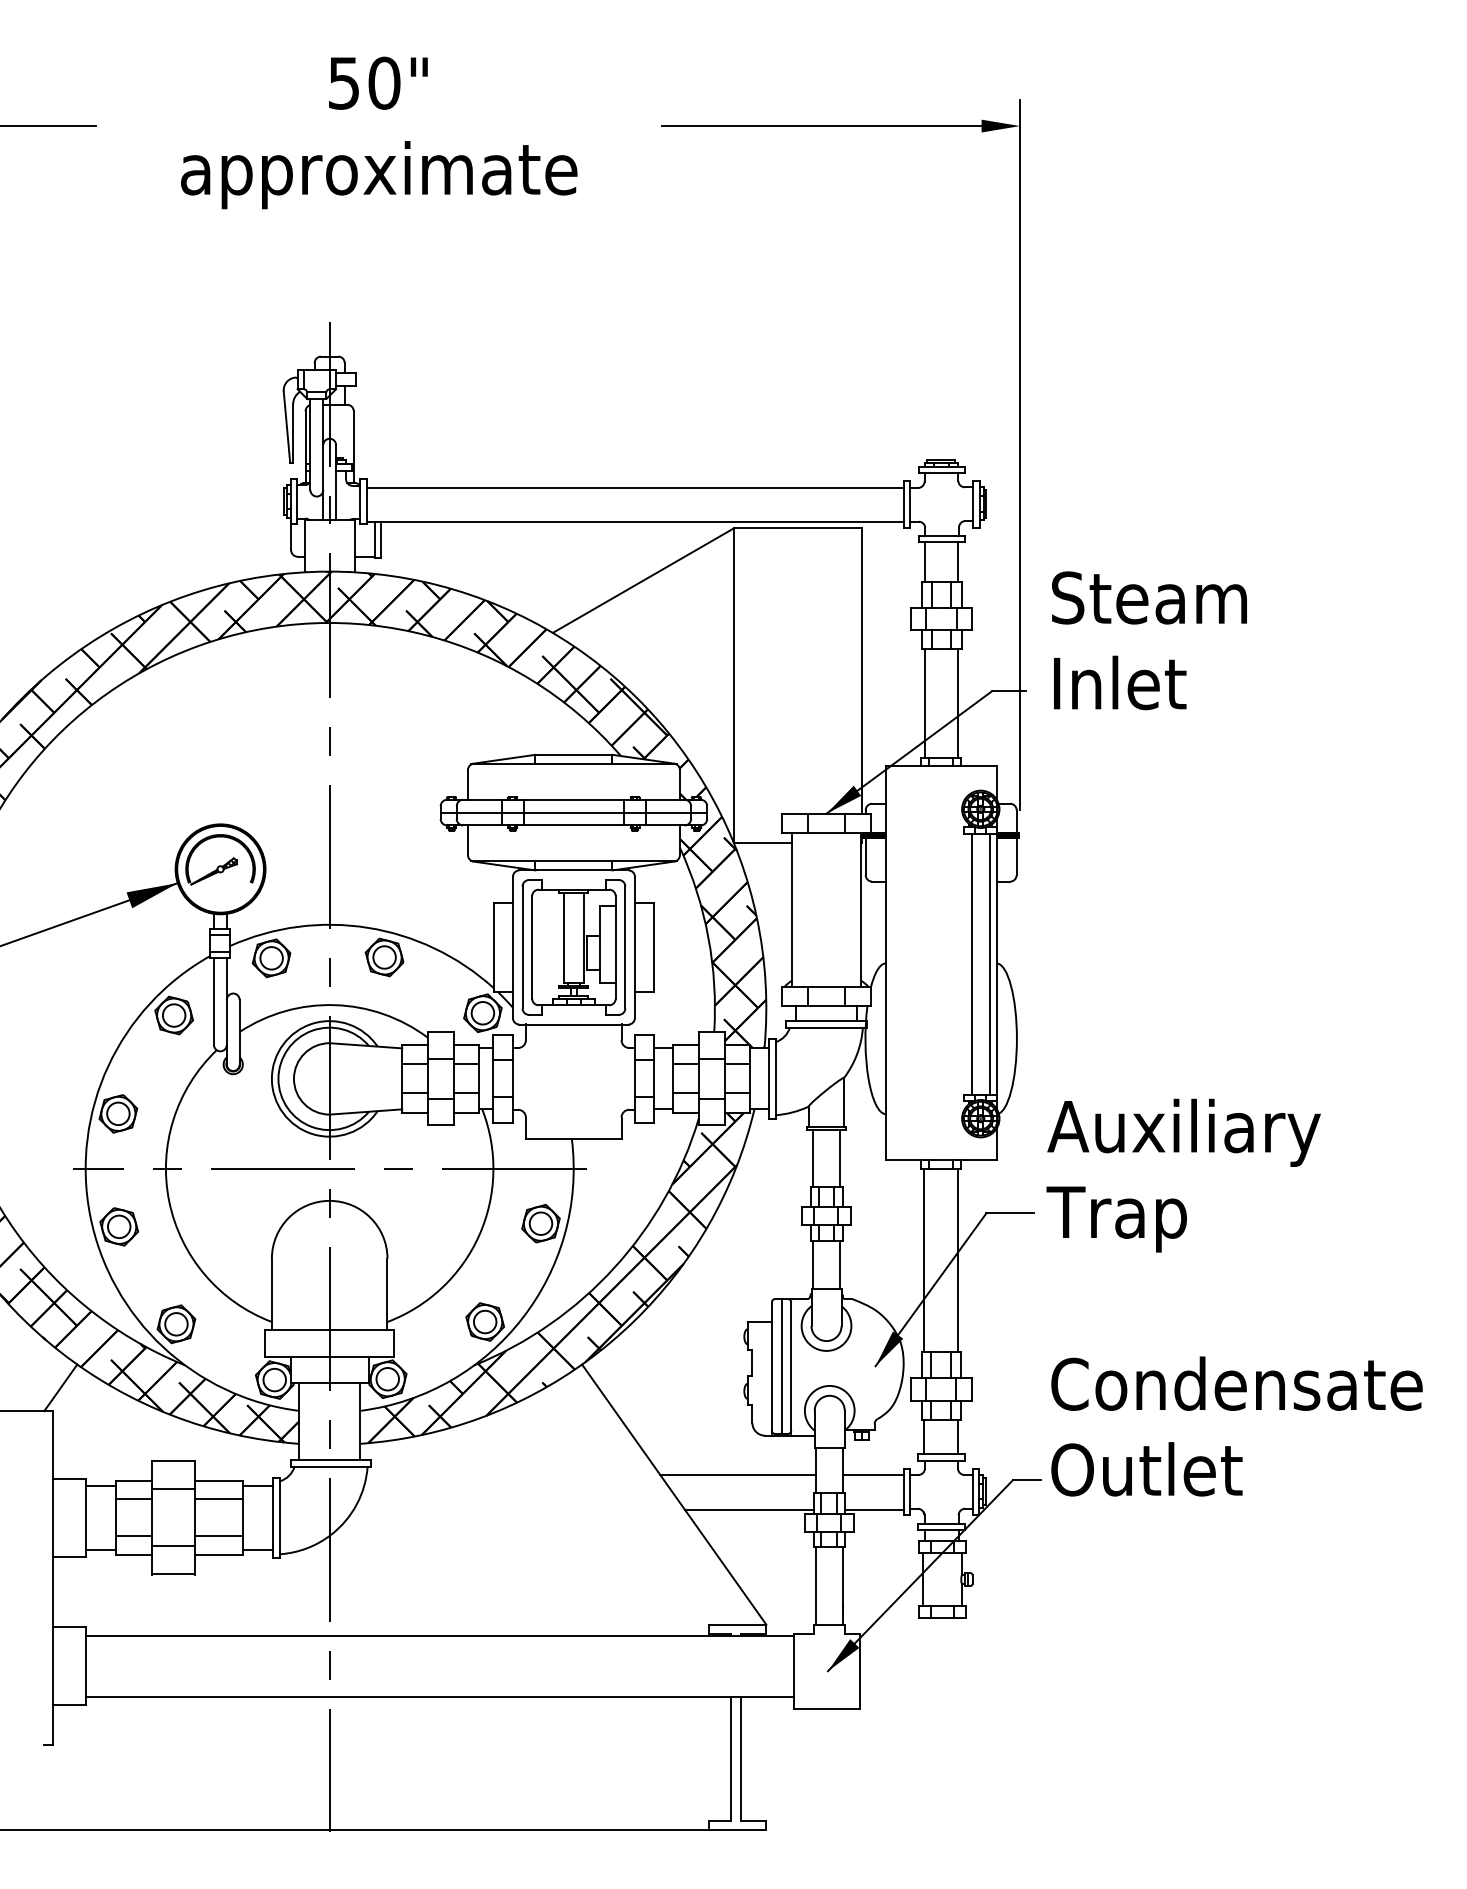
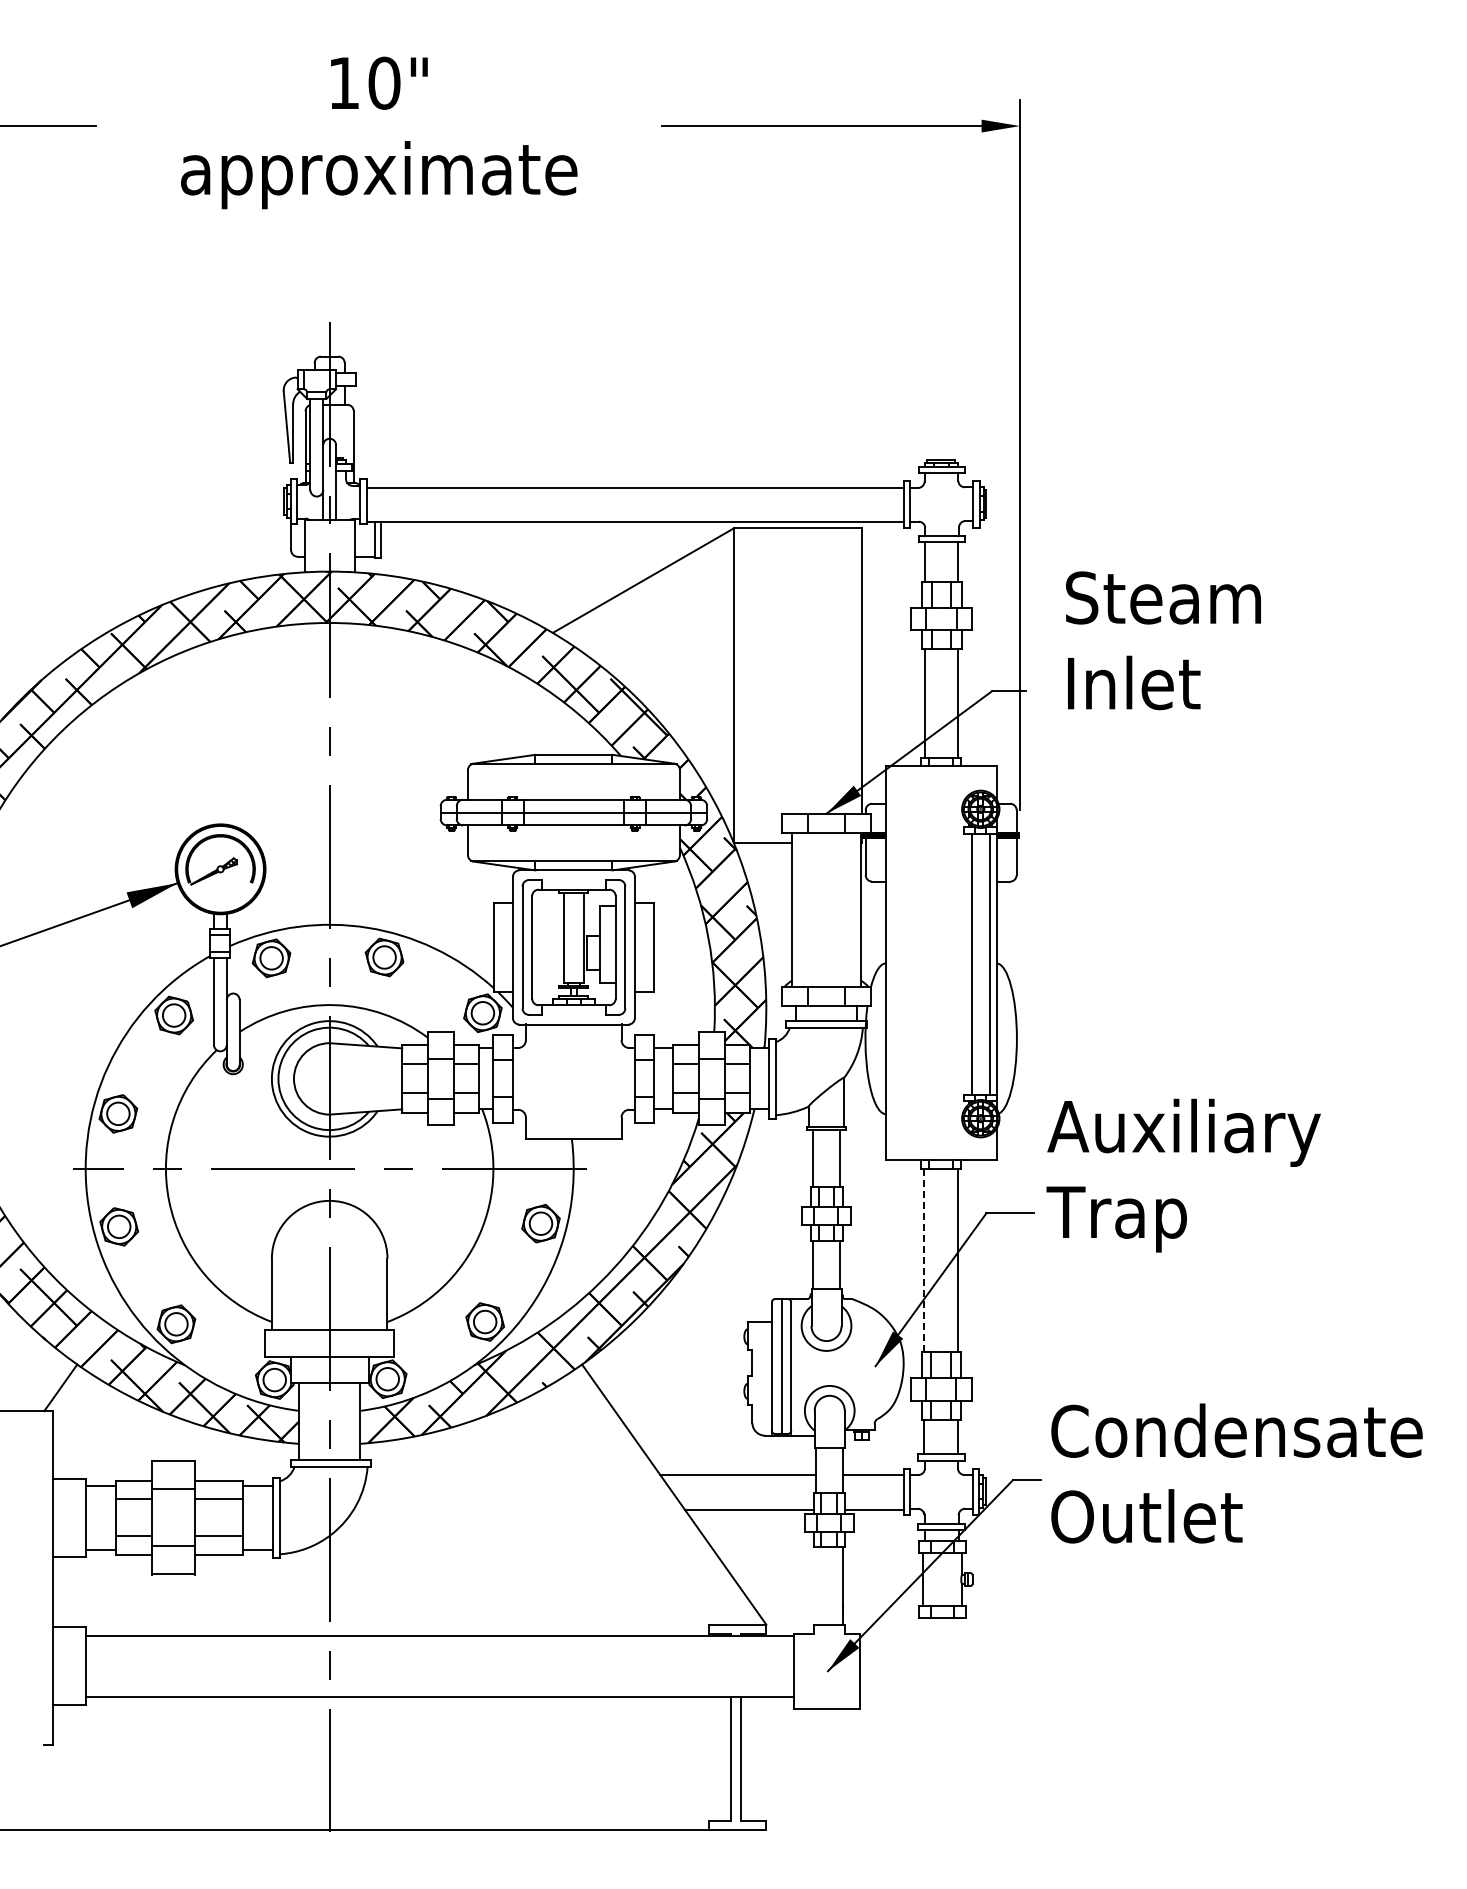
text at (343, 83): 50" -> 10"
text at (1149, 640) position: (1149, 640) -> (1163, 640)
line at (924, 1260): solid -> dashed
text at (1236, 1426) position: (1236, 1426) -> (1236, 1473)
line at (816, 1586): present -> none
